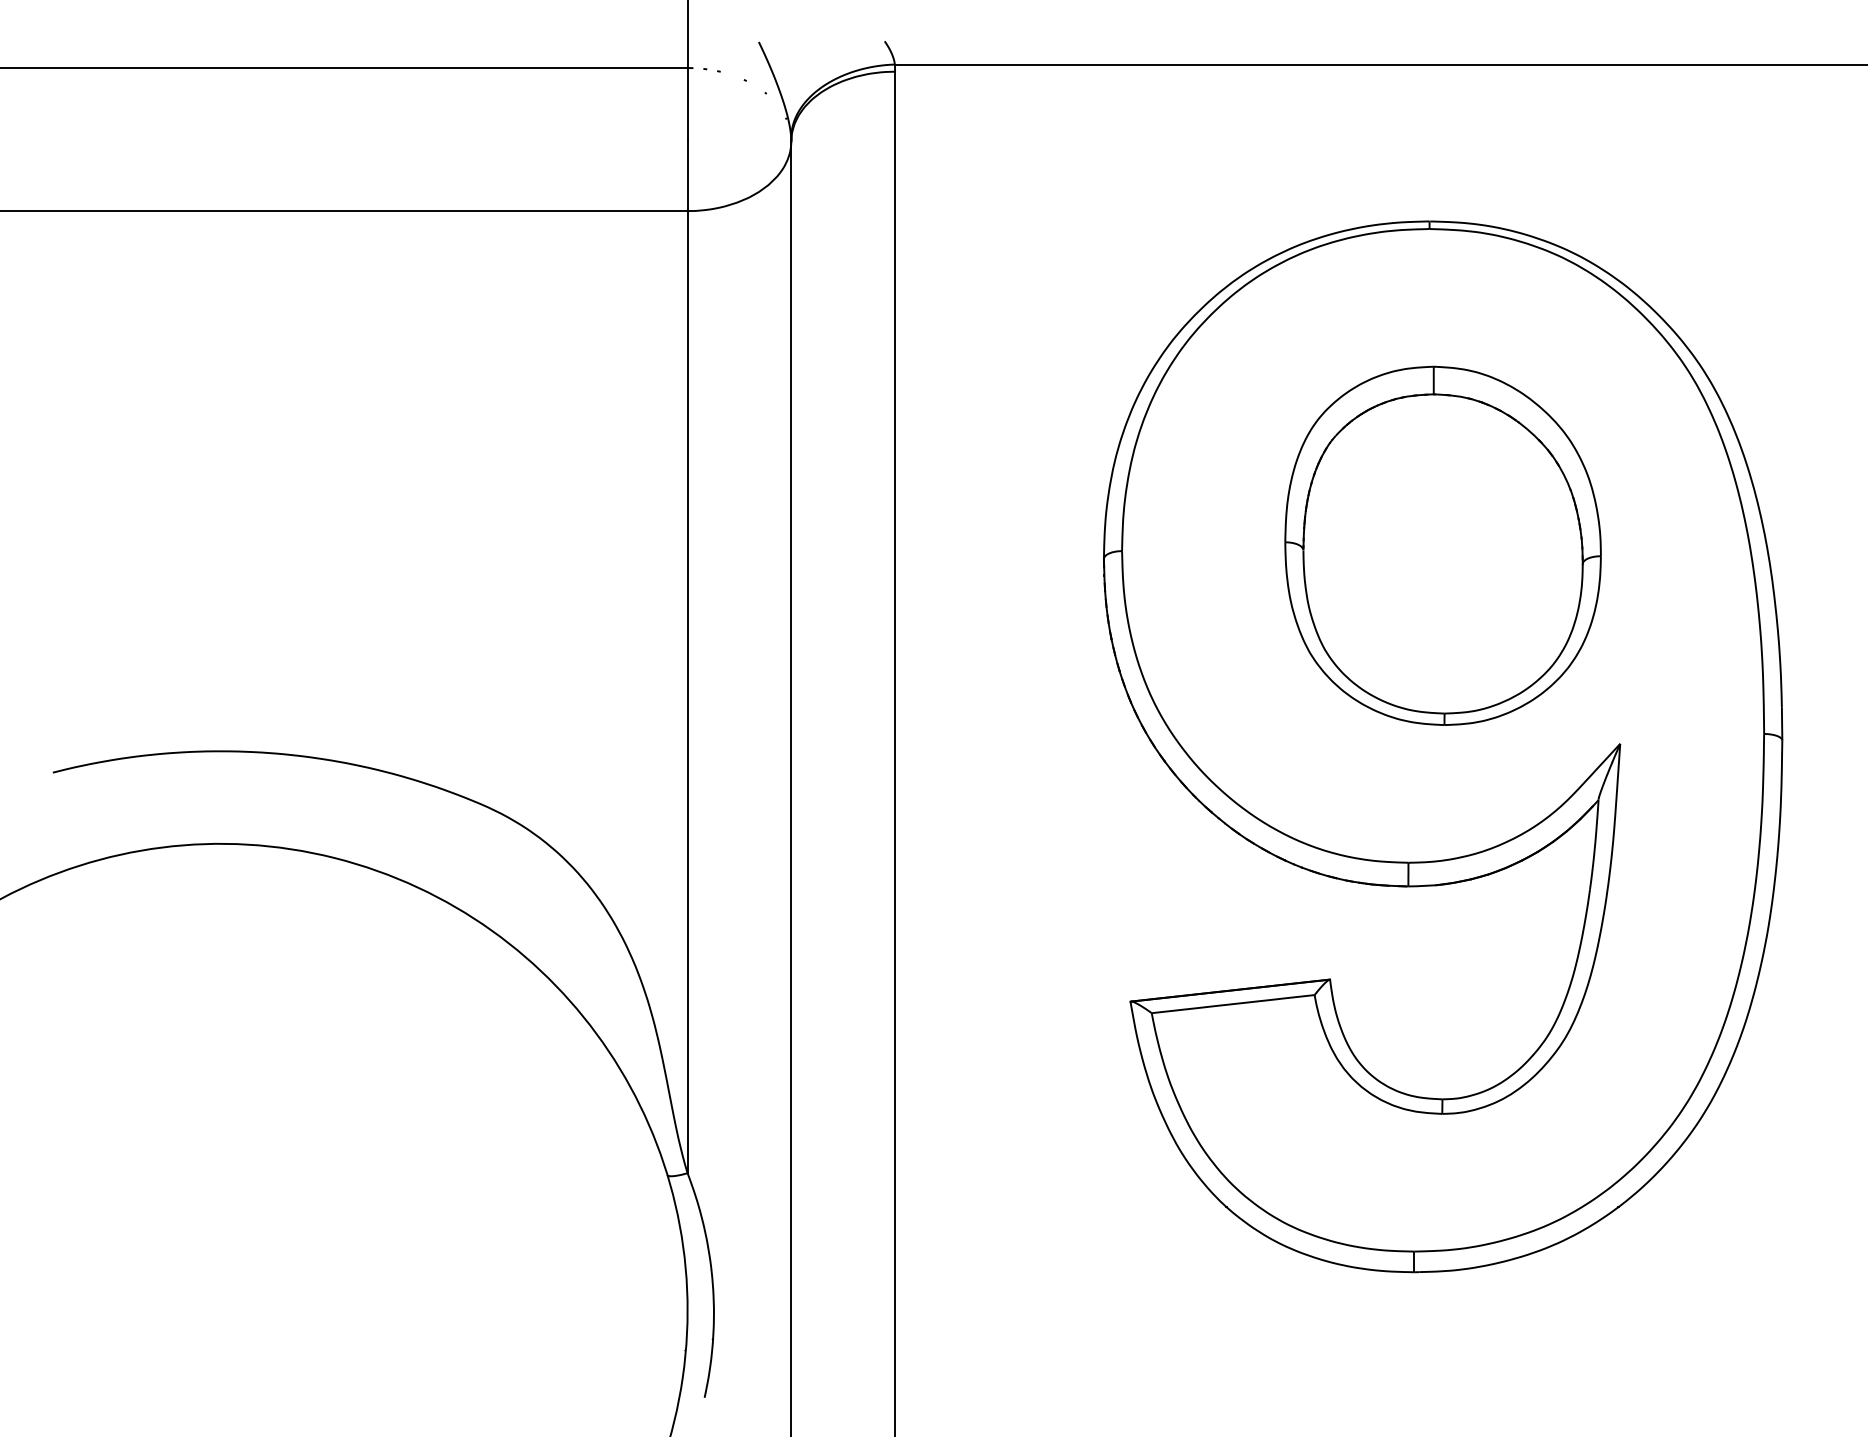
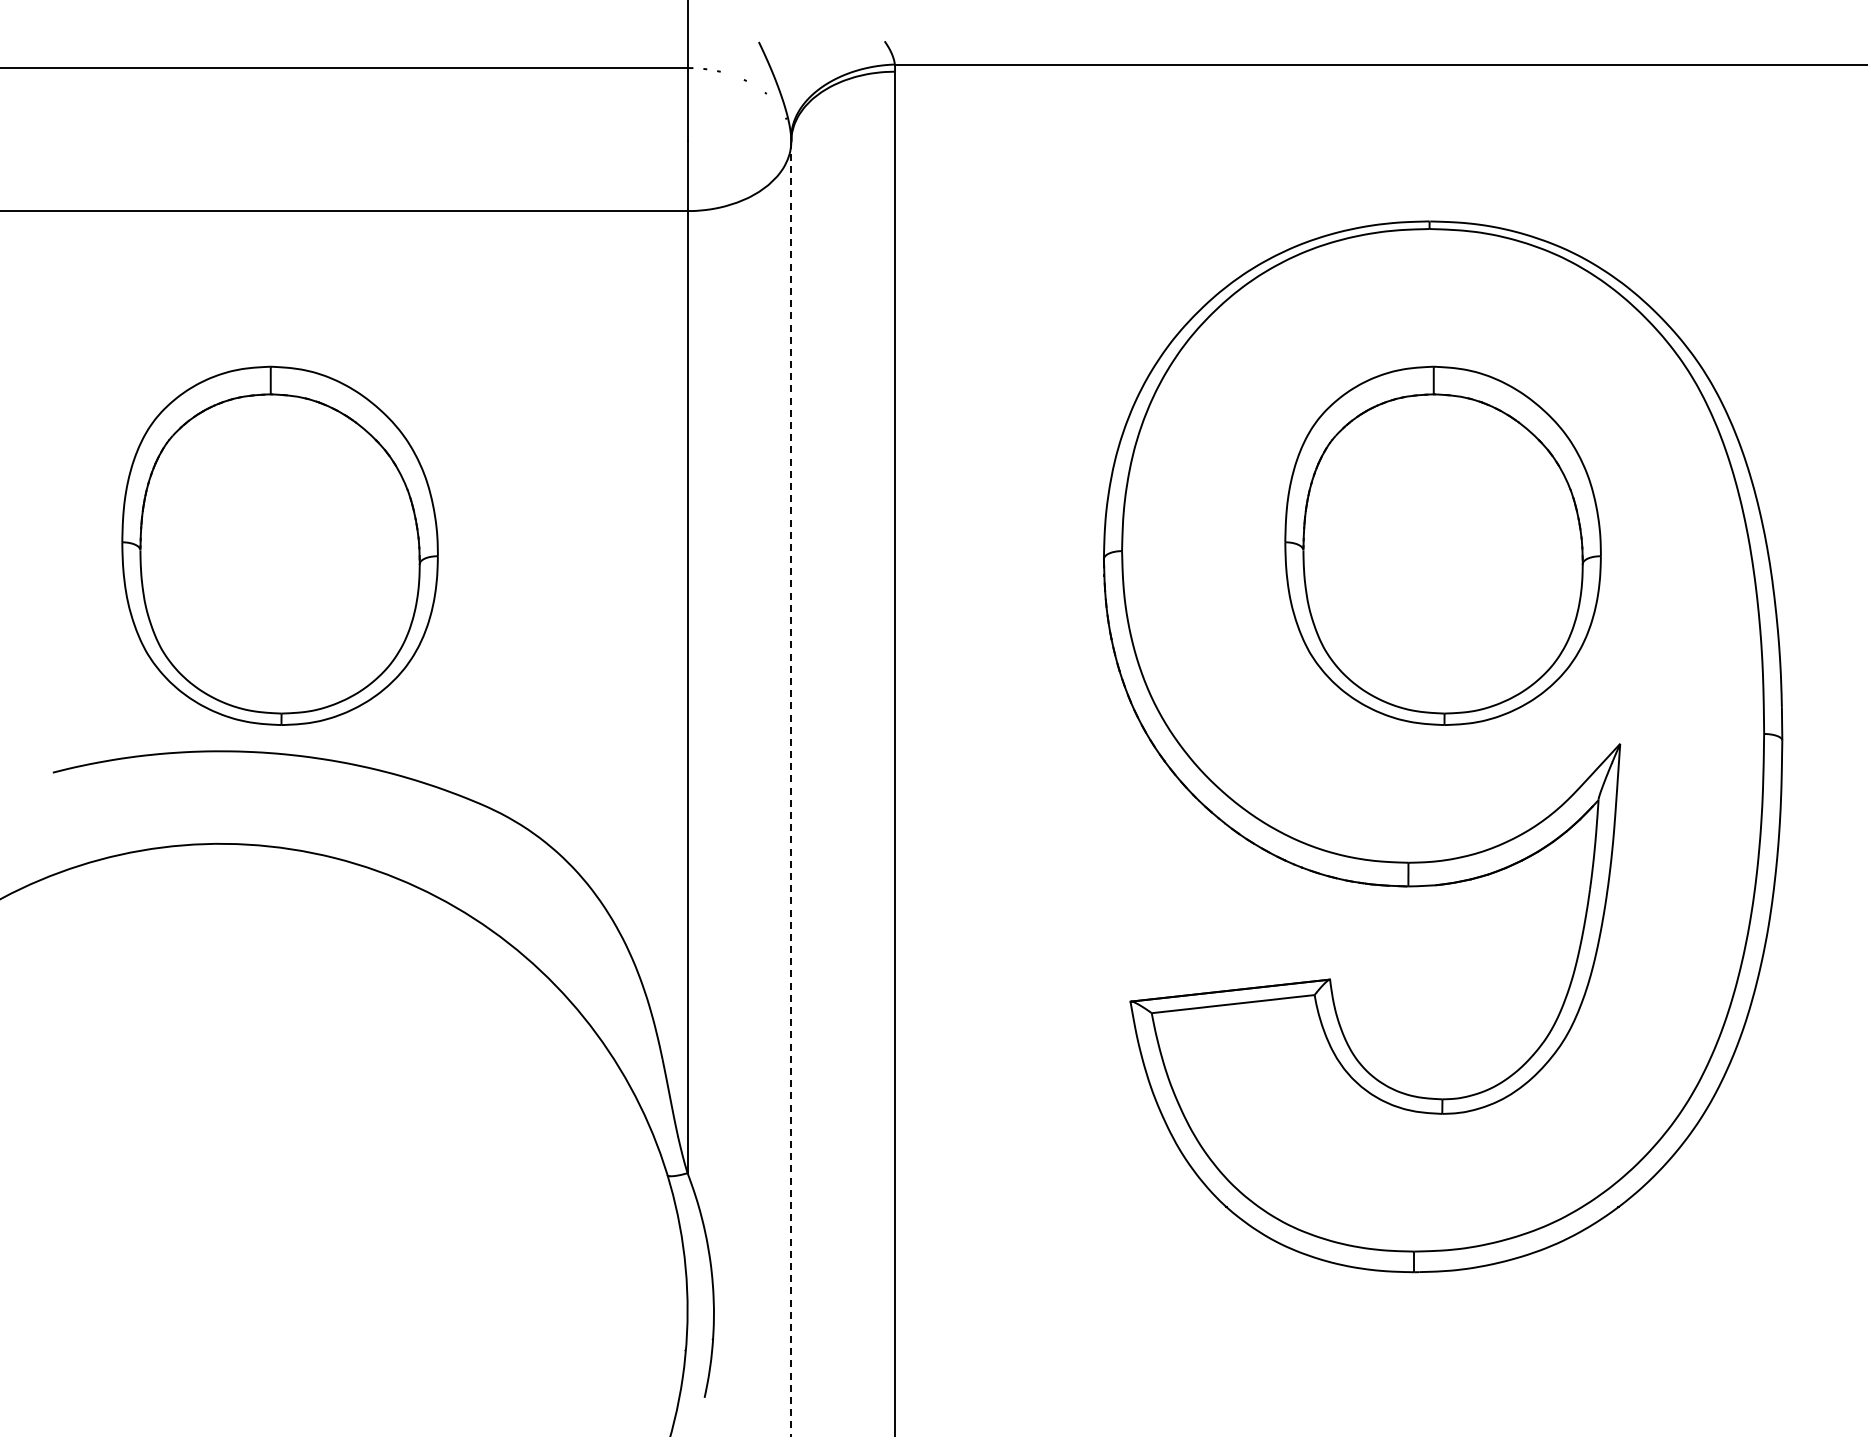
part at (279, 545): none -> present
line at (791, 789): solid -> dashed
